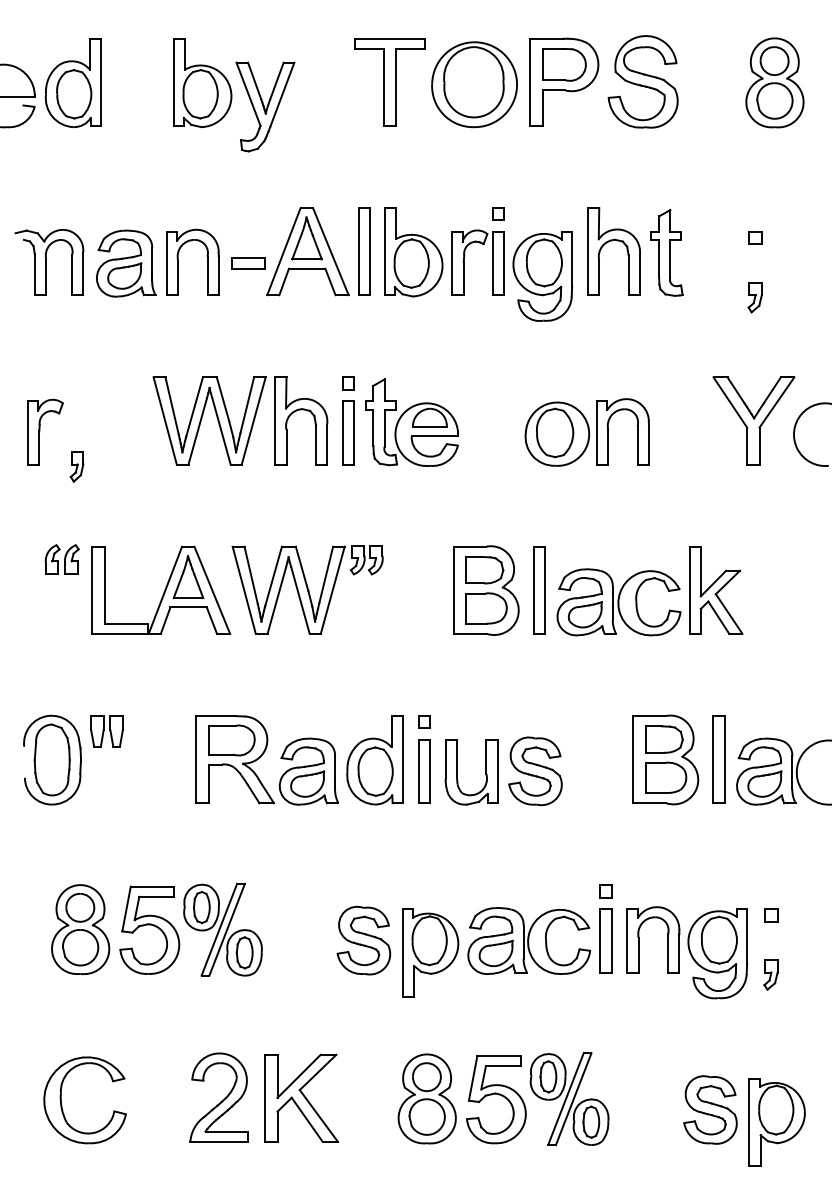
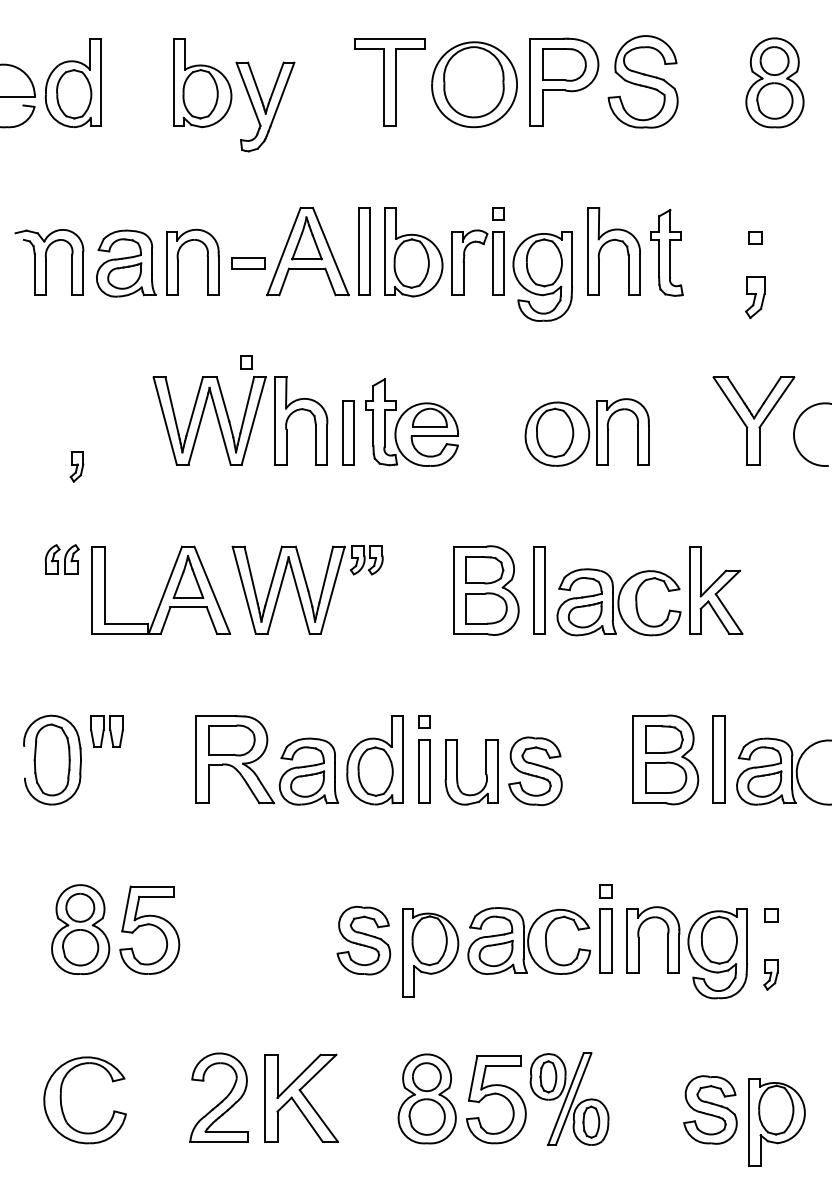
part at (754, 297) size: 16x32 px -> 21x44 px
part at (348, 383) position: (348, 383) -> (246, 362)
part at (45, 431): present -> none
part at (222, 929): present -> none
